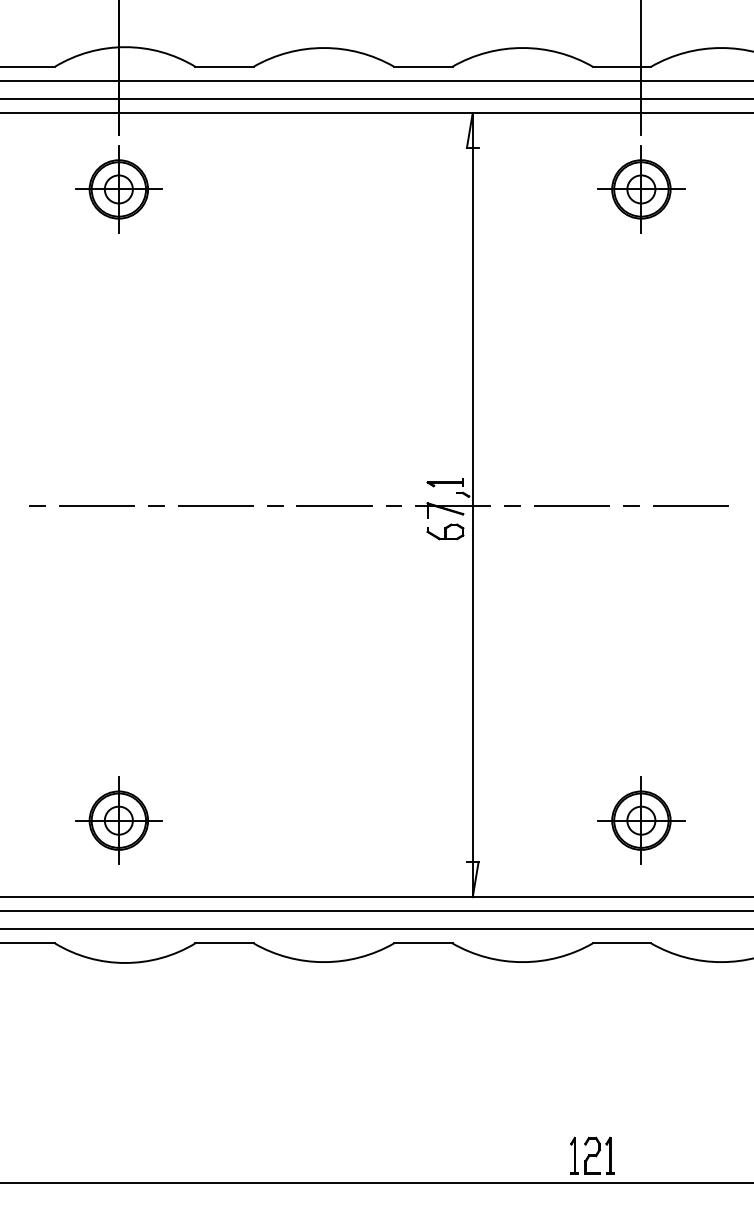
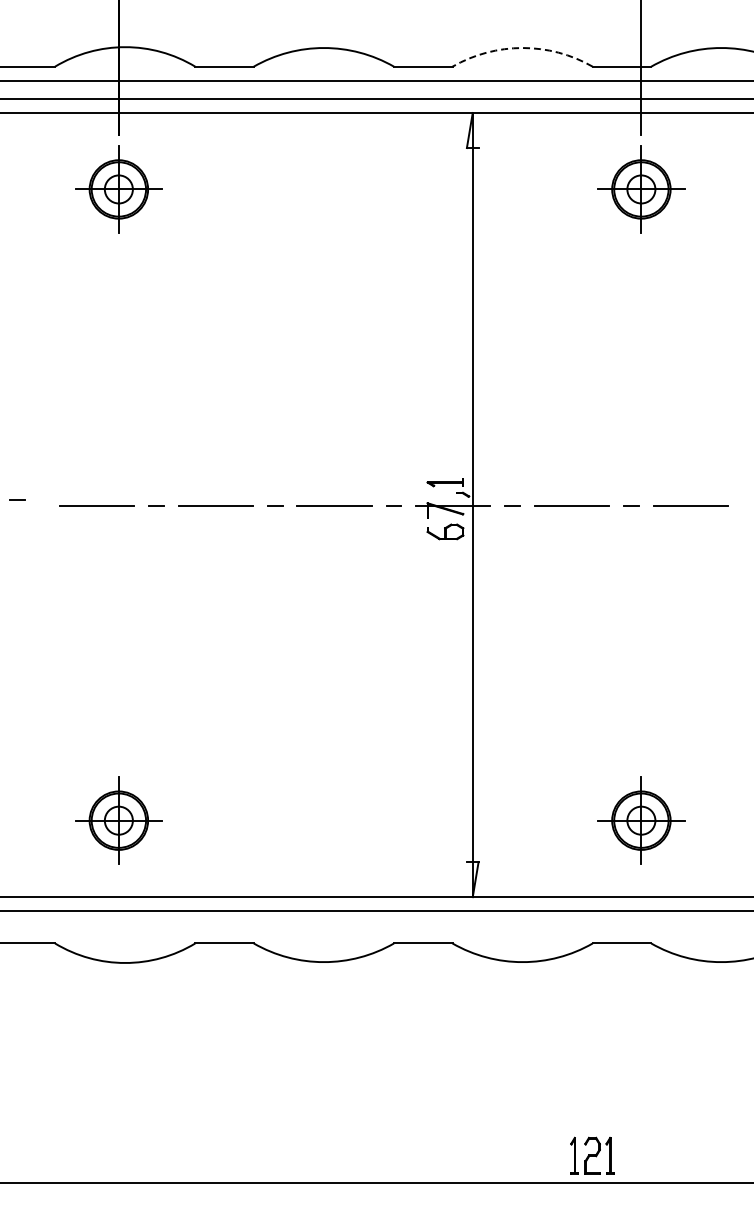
arc at (522, 48): solid -> dashed
line at (37, 505) position: (37, 505) -> (17, 499)
line at (376, 928): present -> none
